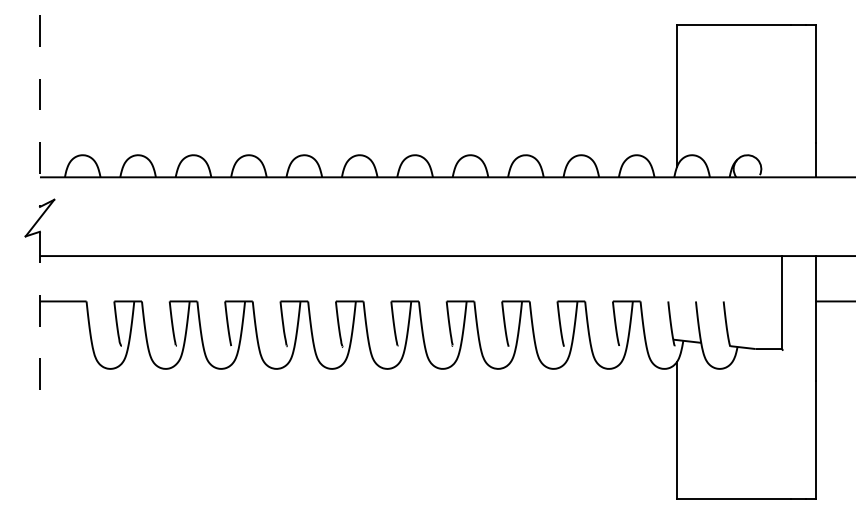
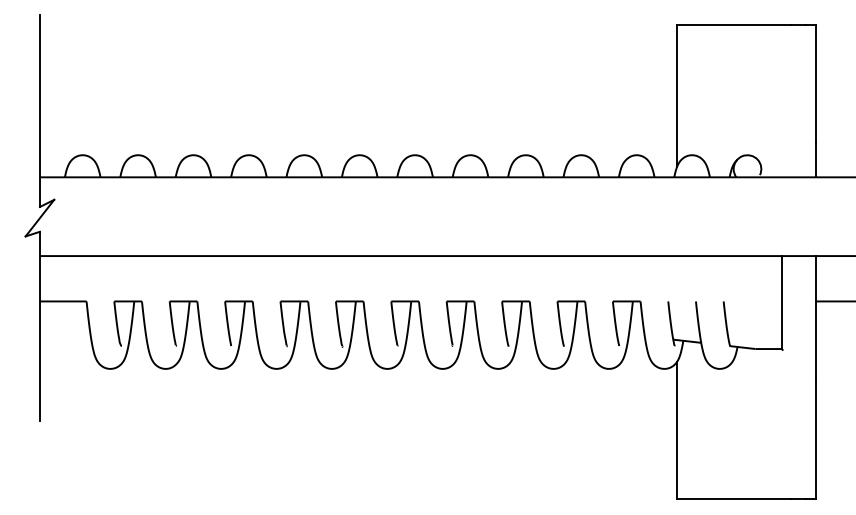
line at (39, 111): dashed -> solid
line at (39, 326): dashed -> solid
